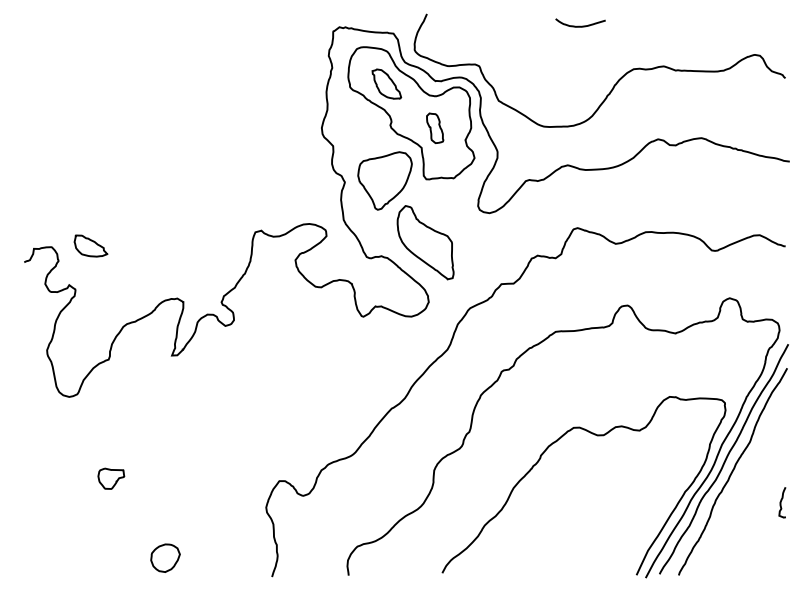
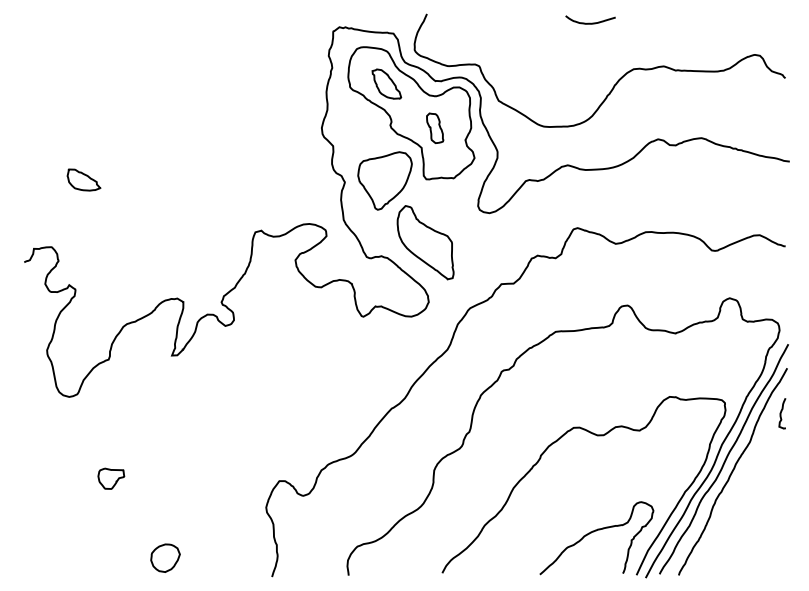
curve at (580, 25) position: (580, 25) -> (590, 22)
part at (90, 245) position: (90, 245) -> (83, 179)
curve at (781, 502) position: (781, 502) -> (781, 413)
curve at (593, 532): none -> present
